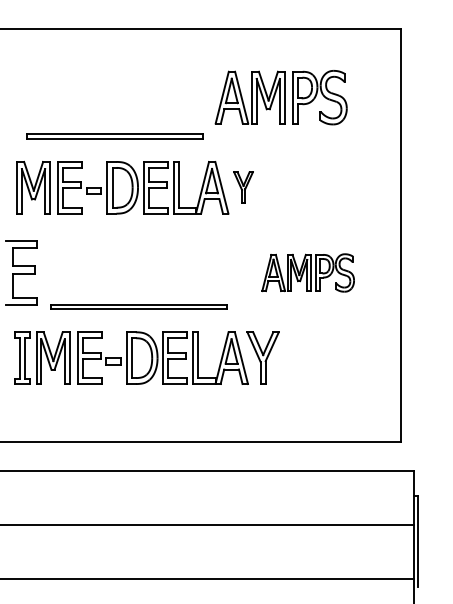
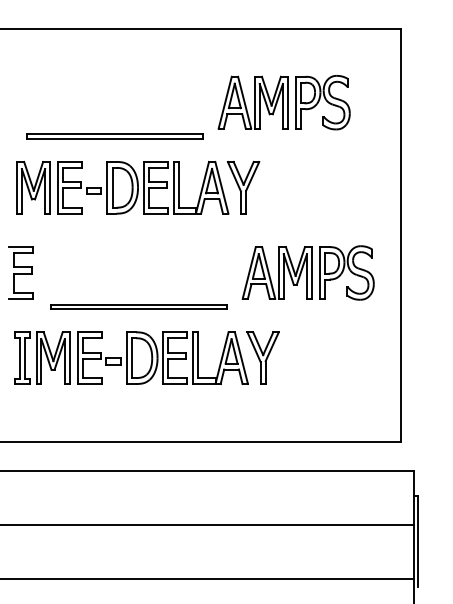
part at (280, 97) position: (280, 97) -> (283, 102)
part at (243, 187) size: 21x33 px -> 35x55 px
part at (21, 272) size: 33x66 px -> 26x54 px
part at (307, 272) size: 94x40 px -> 134x56 px
